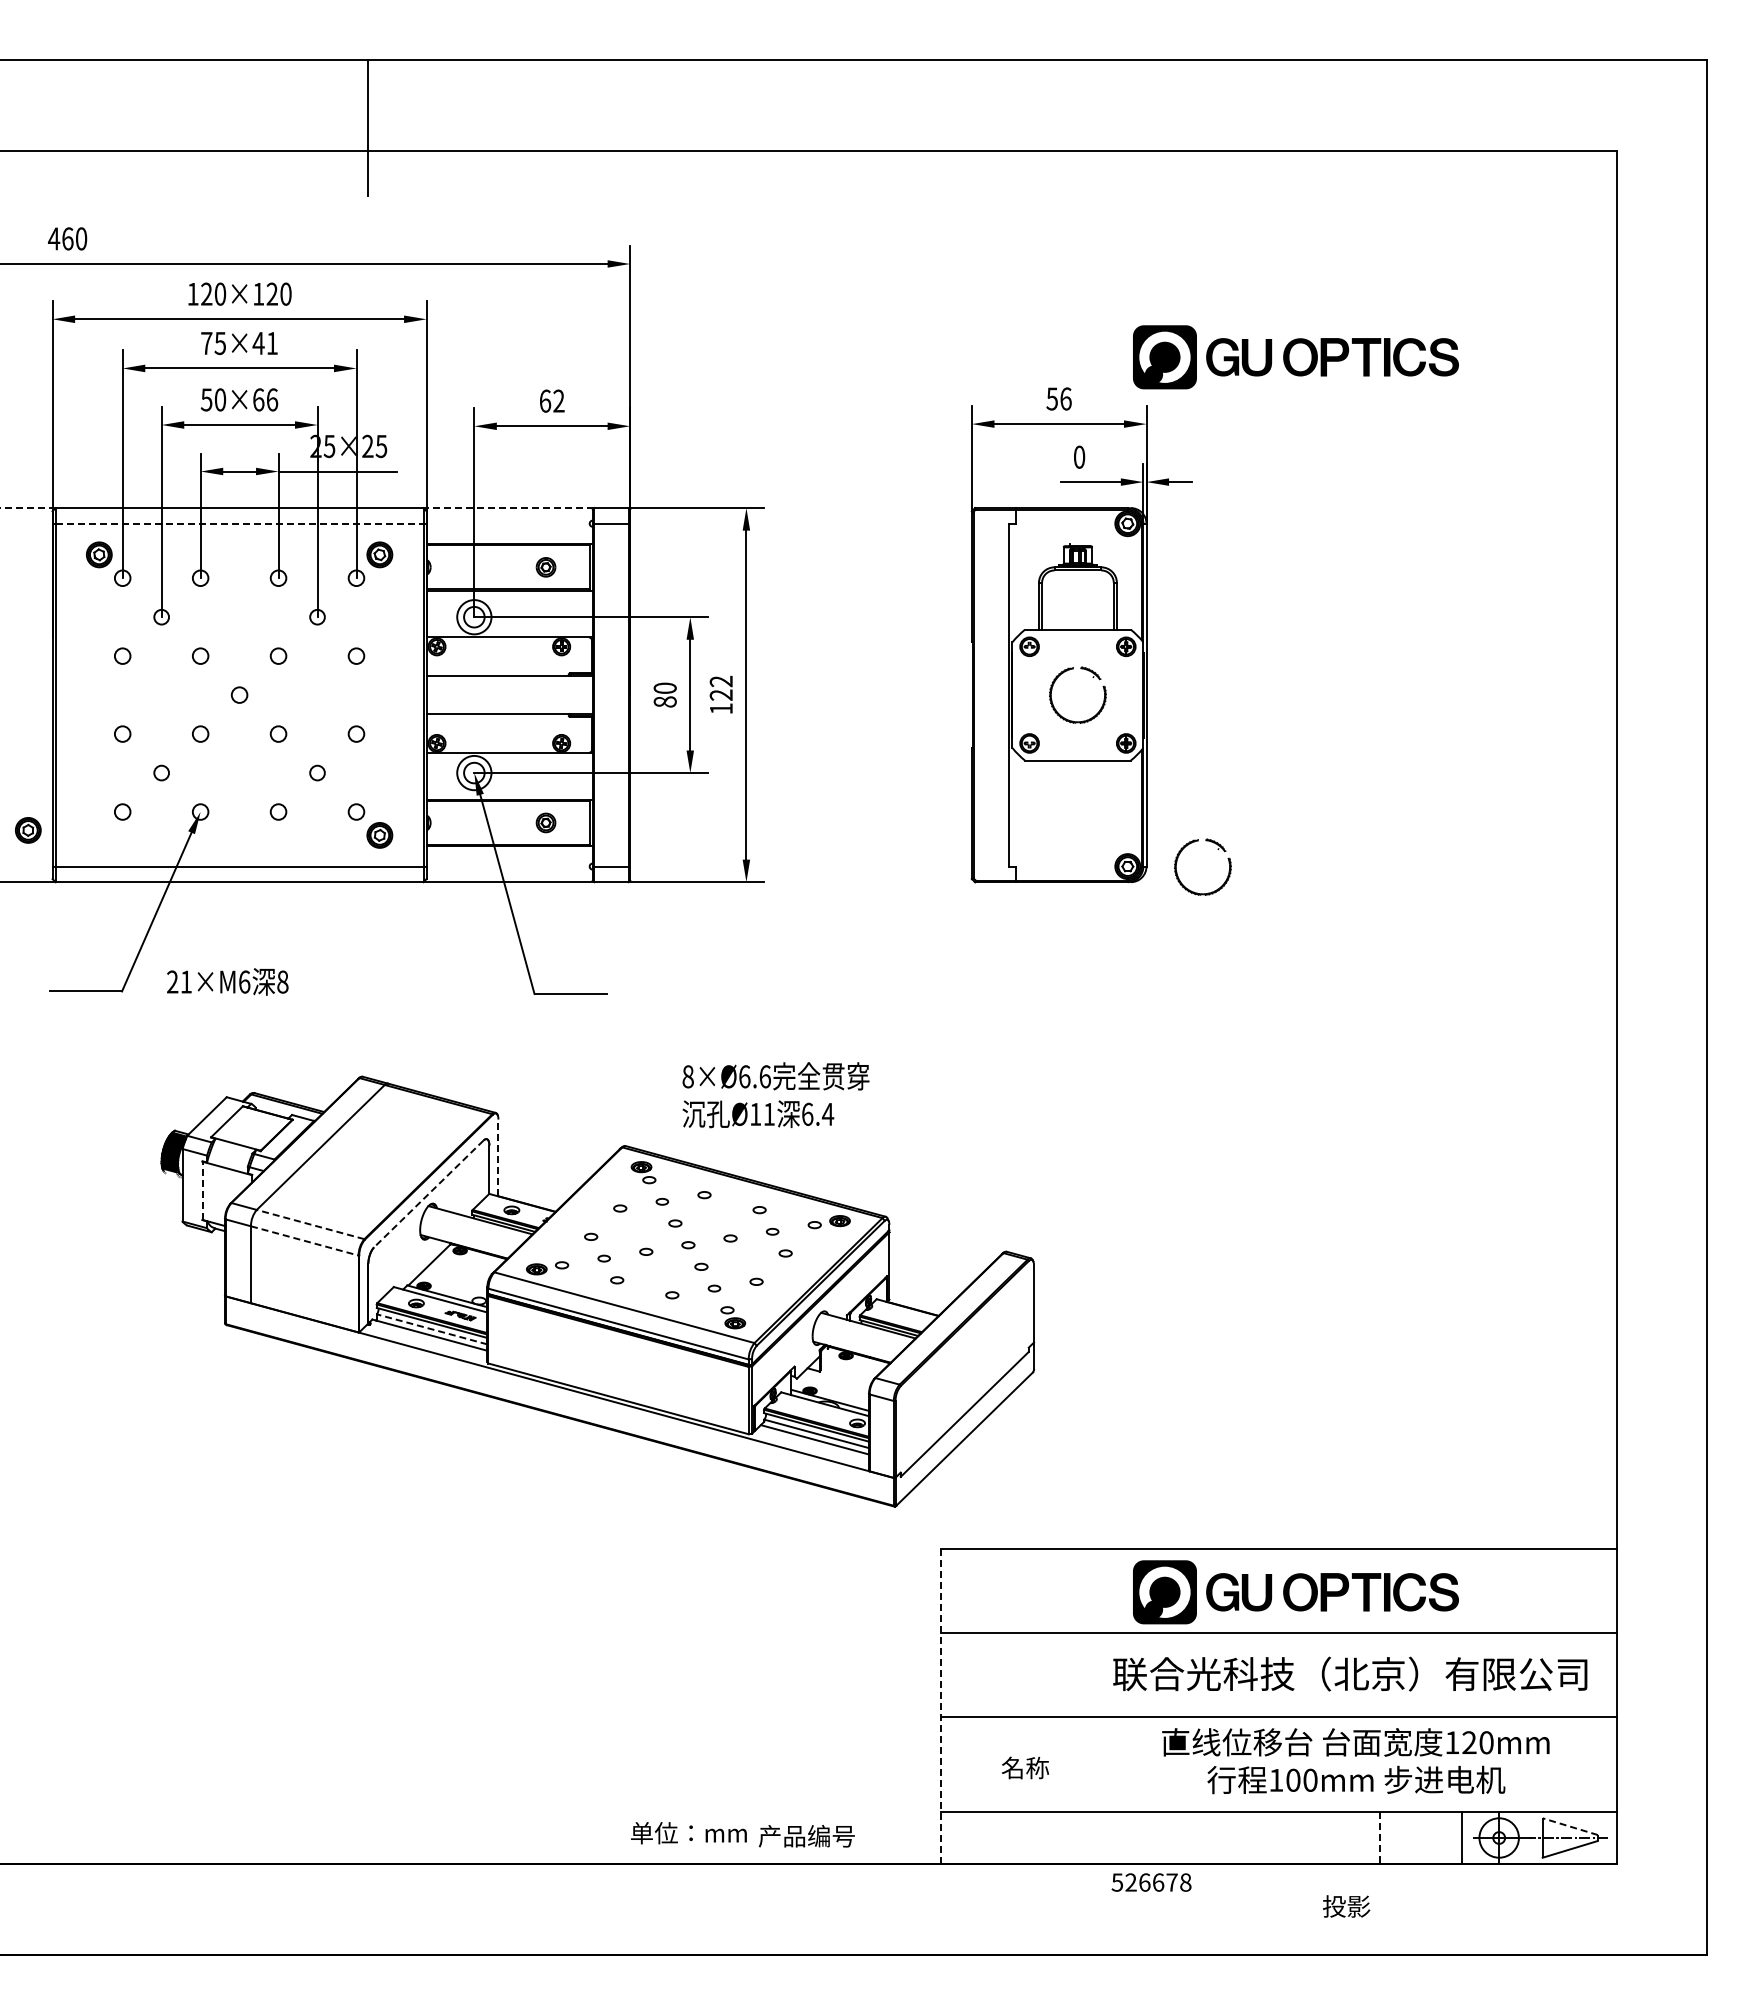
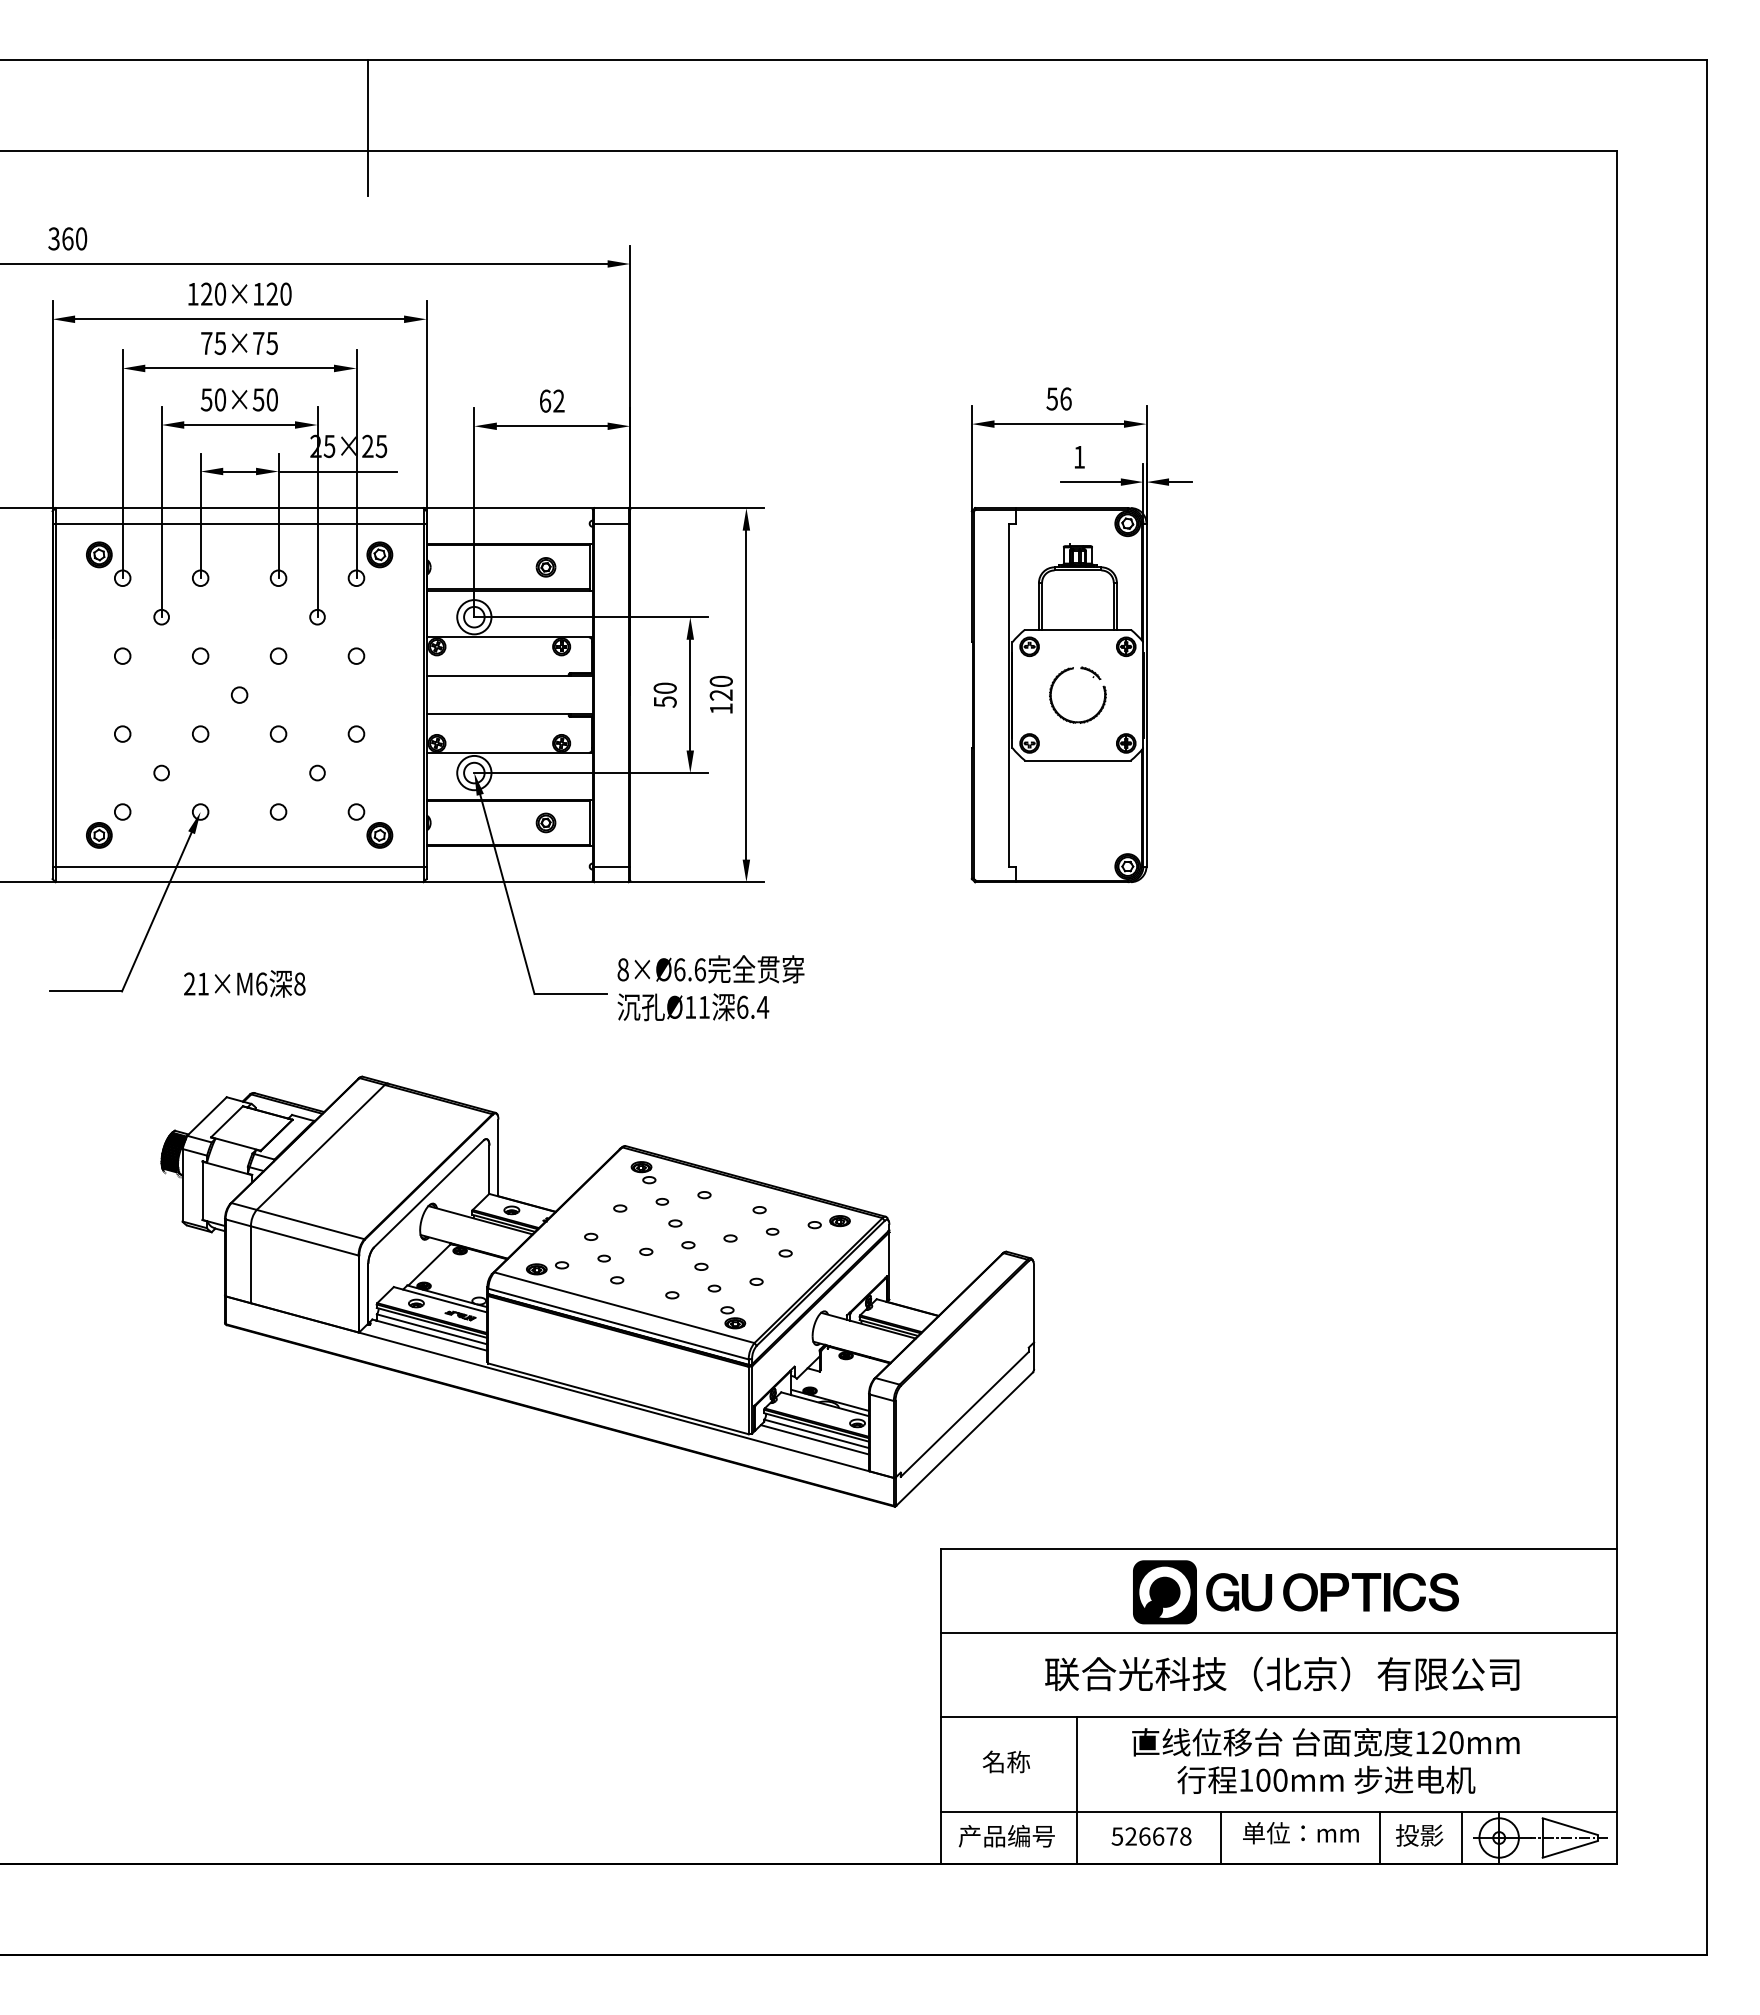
text at (54, 238): 460 -> 360
text at (264, 343): 75×41 -> 75×75
part at (1295, 357): present -> none
text at (265, 399): ×66 -> ×50
text at (1079, 456): 0 -> 1
line at (27, 508): dashed -> solid
line at (508, 508): dashed -> solid
line at (239, 523): dashed -> solid
text at (720, 681): 122 -> 120
text at (664, 701): 80 -> 50
part at (28, 830) position: (28, 830) -> (99, 835)
part at (1217, 849): present -> none
text at (227, 981) position: (227, 981) -> (244, 983)
text at (775, 1095) position: (775, 1095) -> (710, 988)
line at (498, 1157): dashed -> solid
line at (202, 1190): dashed -> solid
line at (428, 1194): dashed -> solid
line at (310, 1224): dashed -> solid
line at (304, 1240): dashed -> solid
line at (431, 1329): dashed -> solid
text at (1350, 1673) position: (1350, 1673) -> (1282, 1673)
line at (940, 1706): dashed -> solid
text at (1355, 1761) position: (1355, 1761) -> (1325, 1761)
text at (1024, 1767) position: (1024, 1767) -> (1005, 1761)
line at (1076, 1790): none -> present
line at (1570, 1826): dashed -> solid
text at (688, 1833) position: (688, 1833) -> (1300, 1833)
text at (806, 1836) position: (806, 1836) -> (1006, 1836)
line at (1220, 1837): none -> present
line at (1379, 1838): dashed -> solid
text at (1151, 1882) position: (1151, 1882) -> (1151, 1836)
text at (1346, 1906) position: (1346, 1906) -> (1419, 1835)
